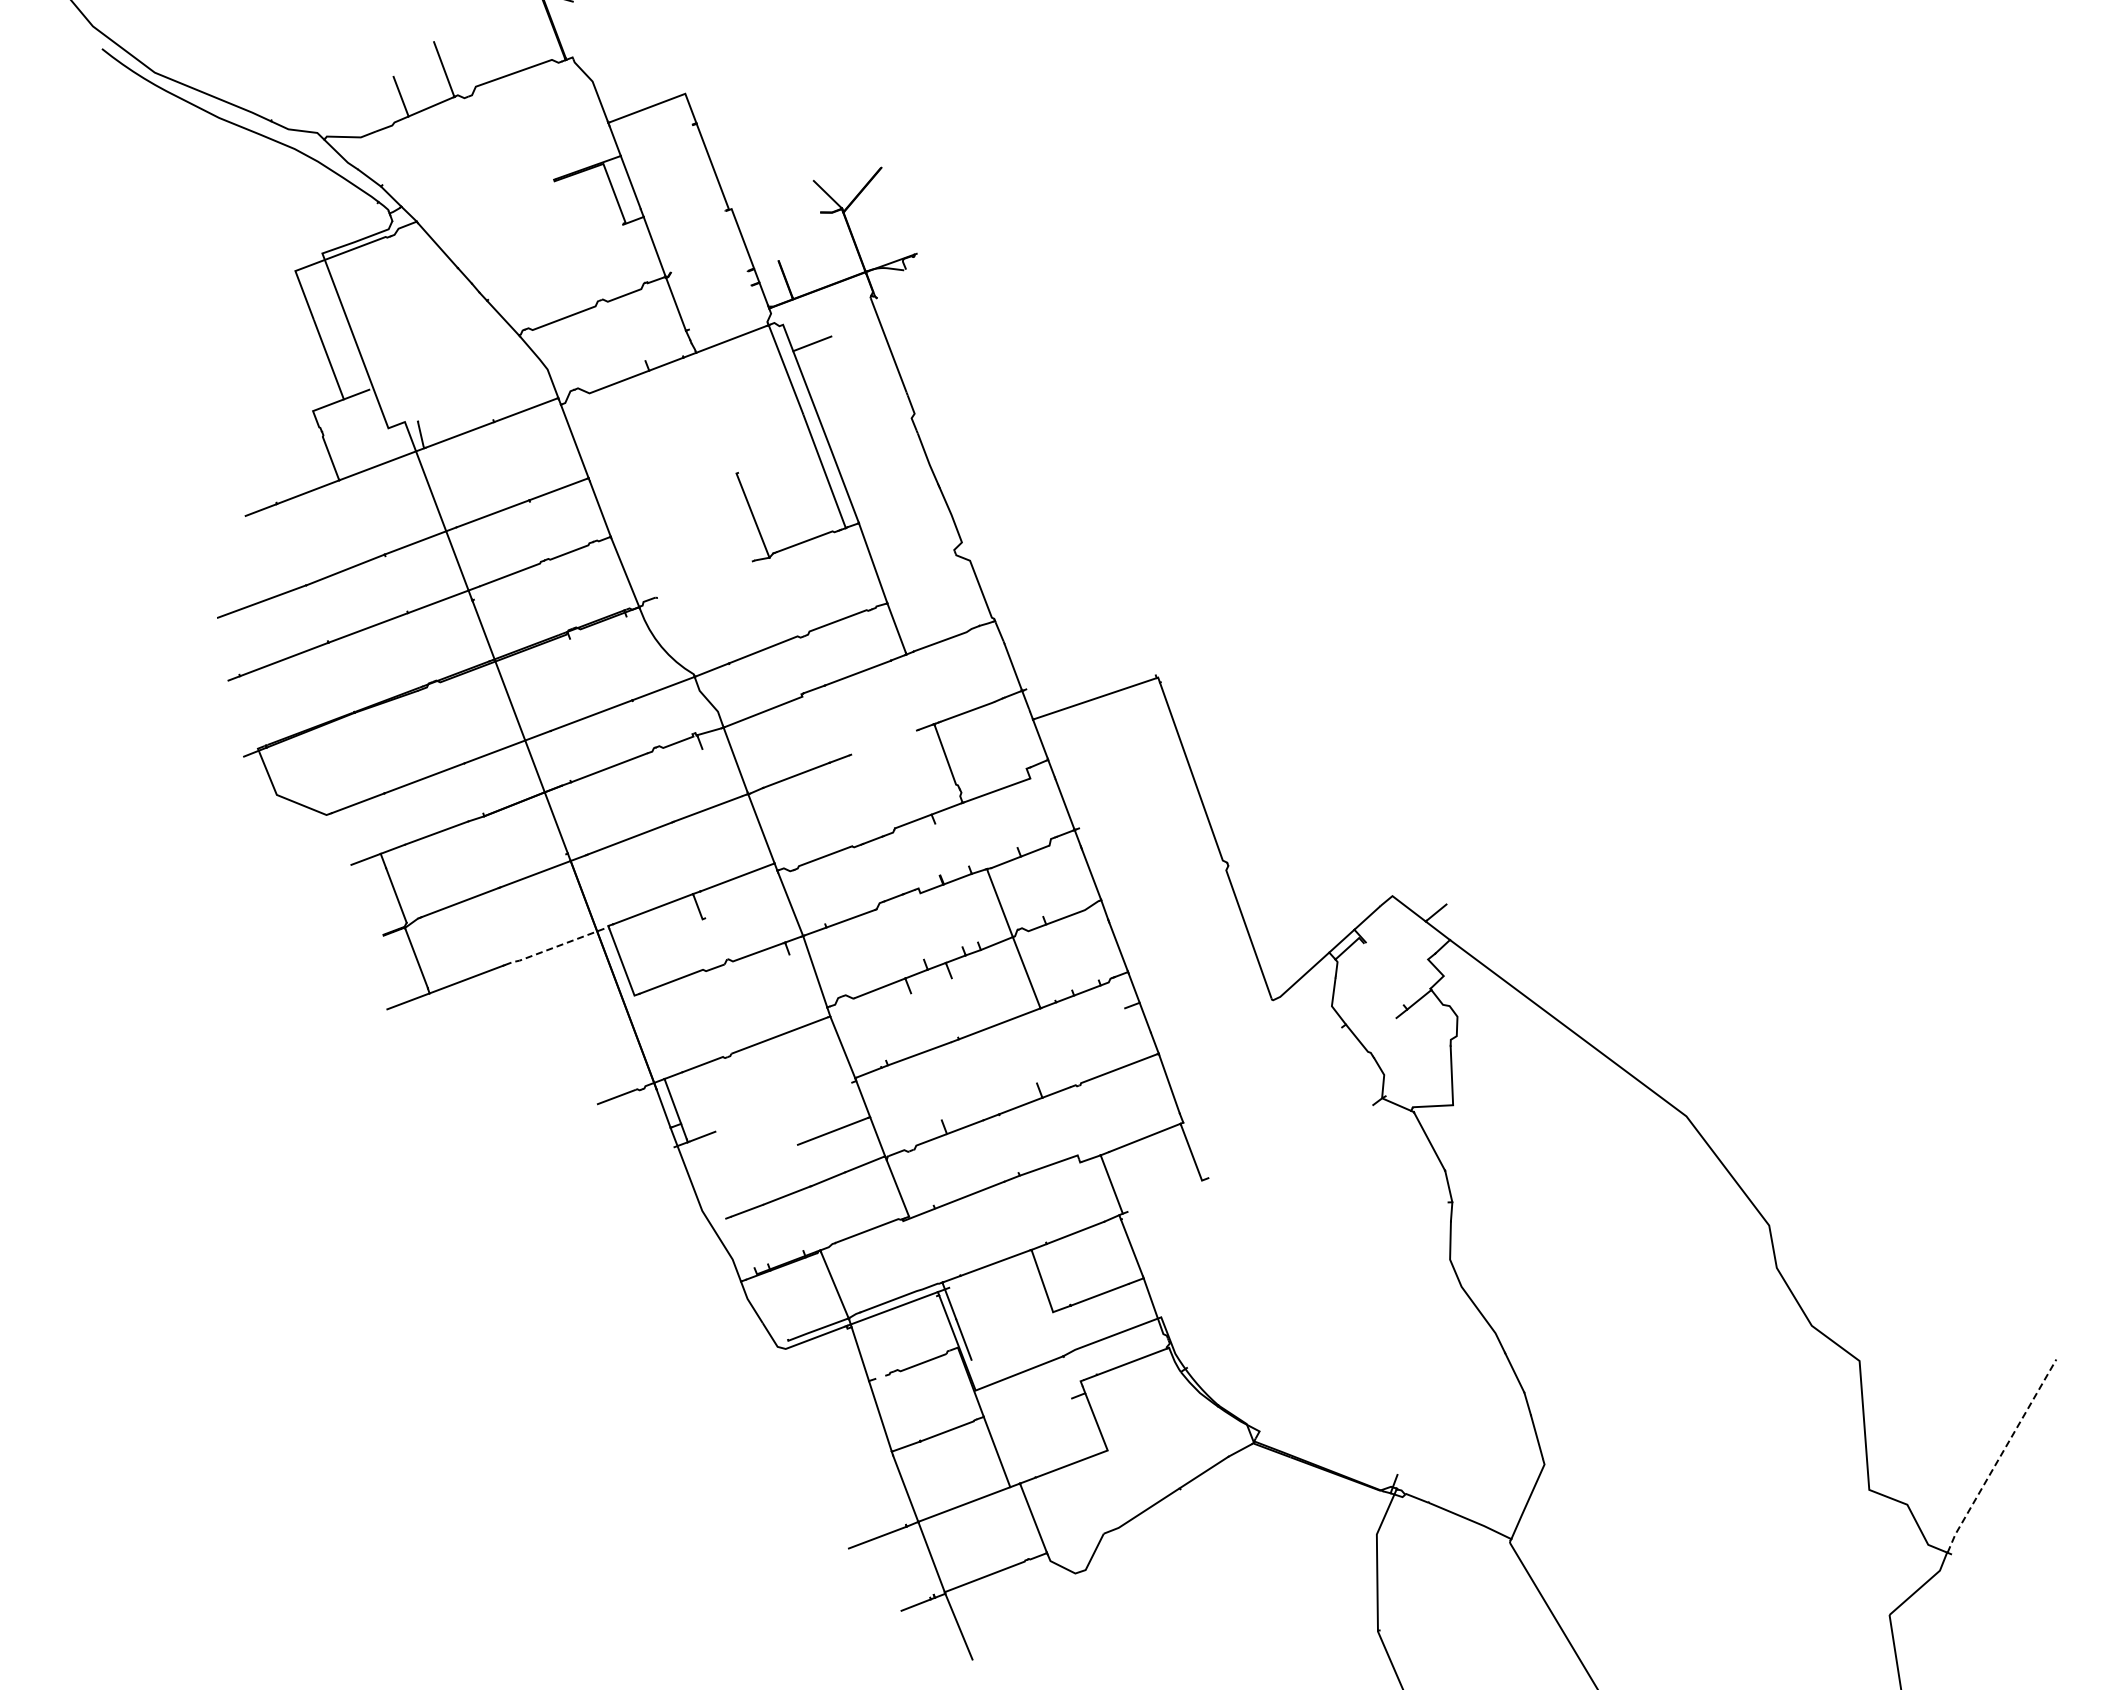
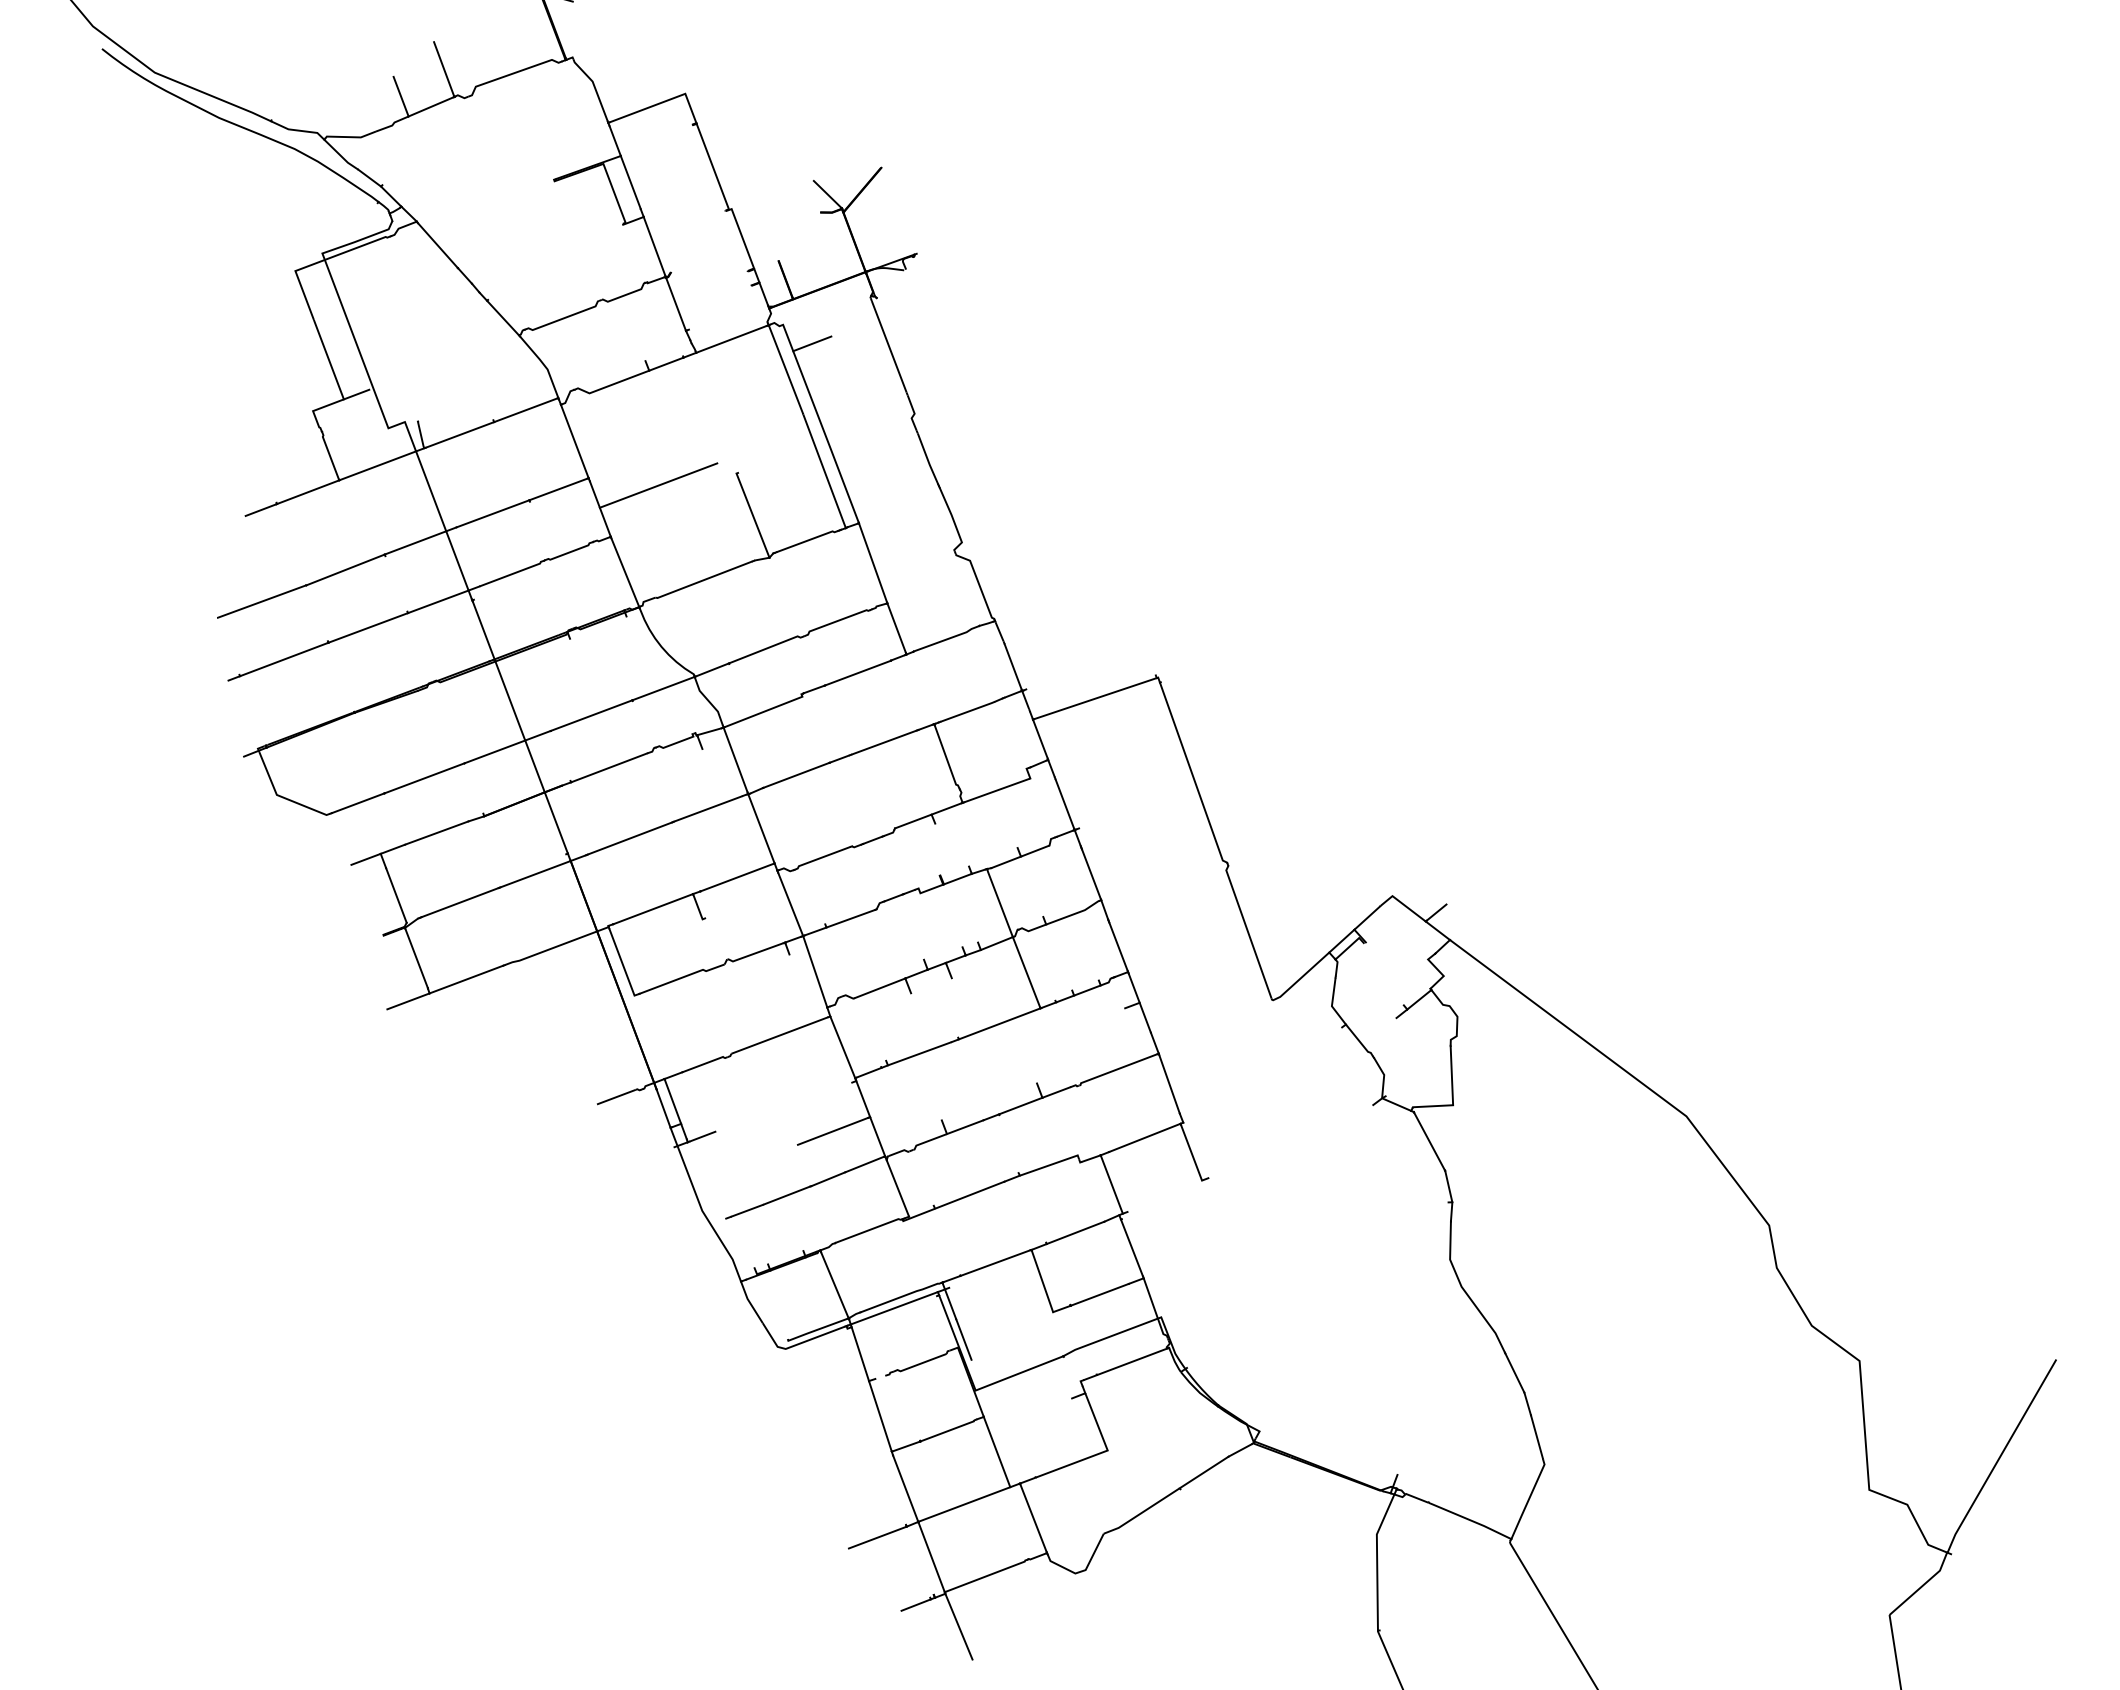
line at (658, 485): none -> present
line at (704, 579): none -> present
line at (884, 742): none -> present
line at (555, 947): dashed -> solid
line at (2000, 1455): dashed -> solid
